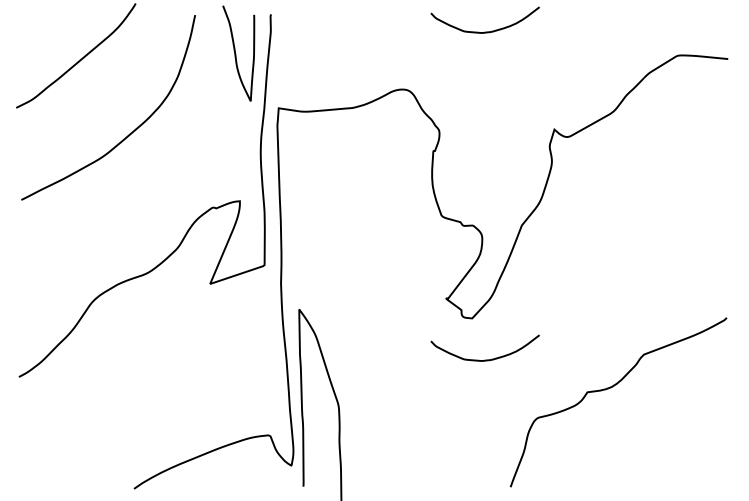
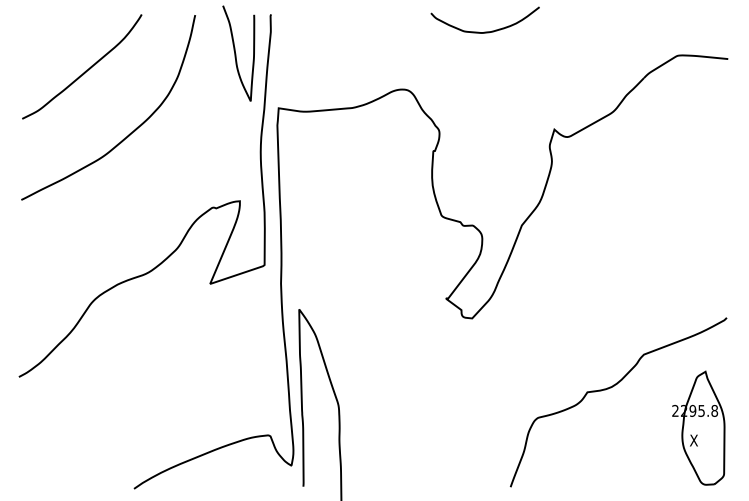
curve at (79, 59) position: (79, 59) -> (85, 70)
curve at (484, 359): present -> none
part at (698, 427): none -> present
